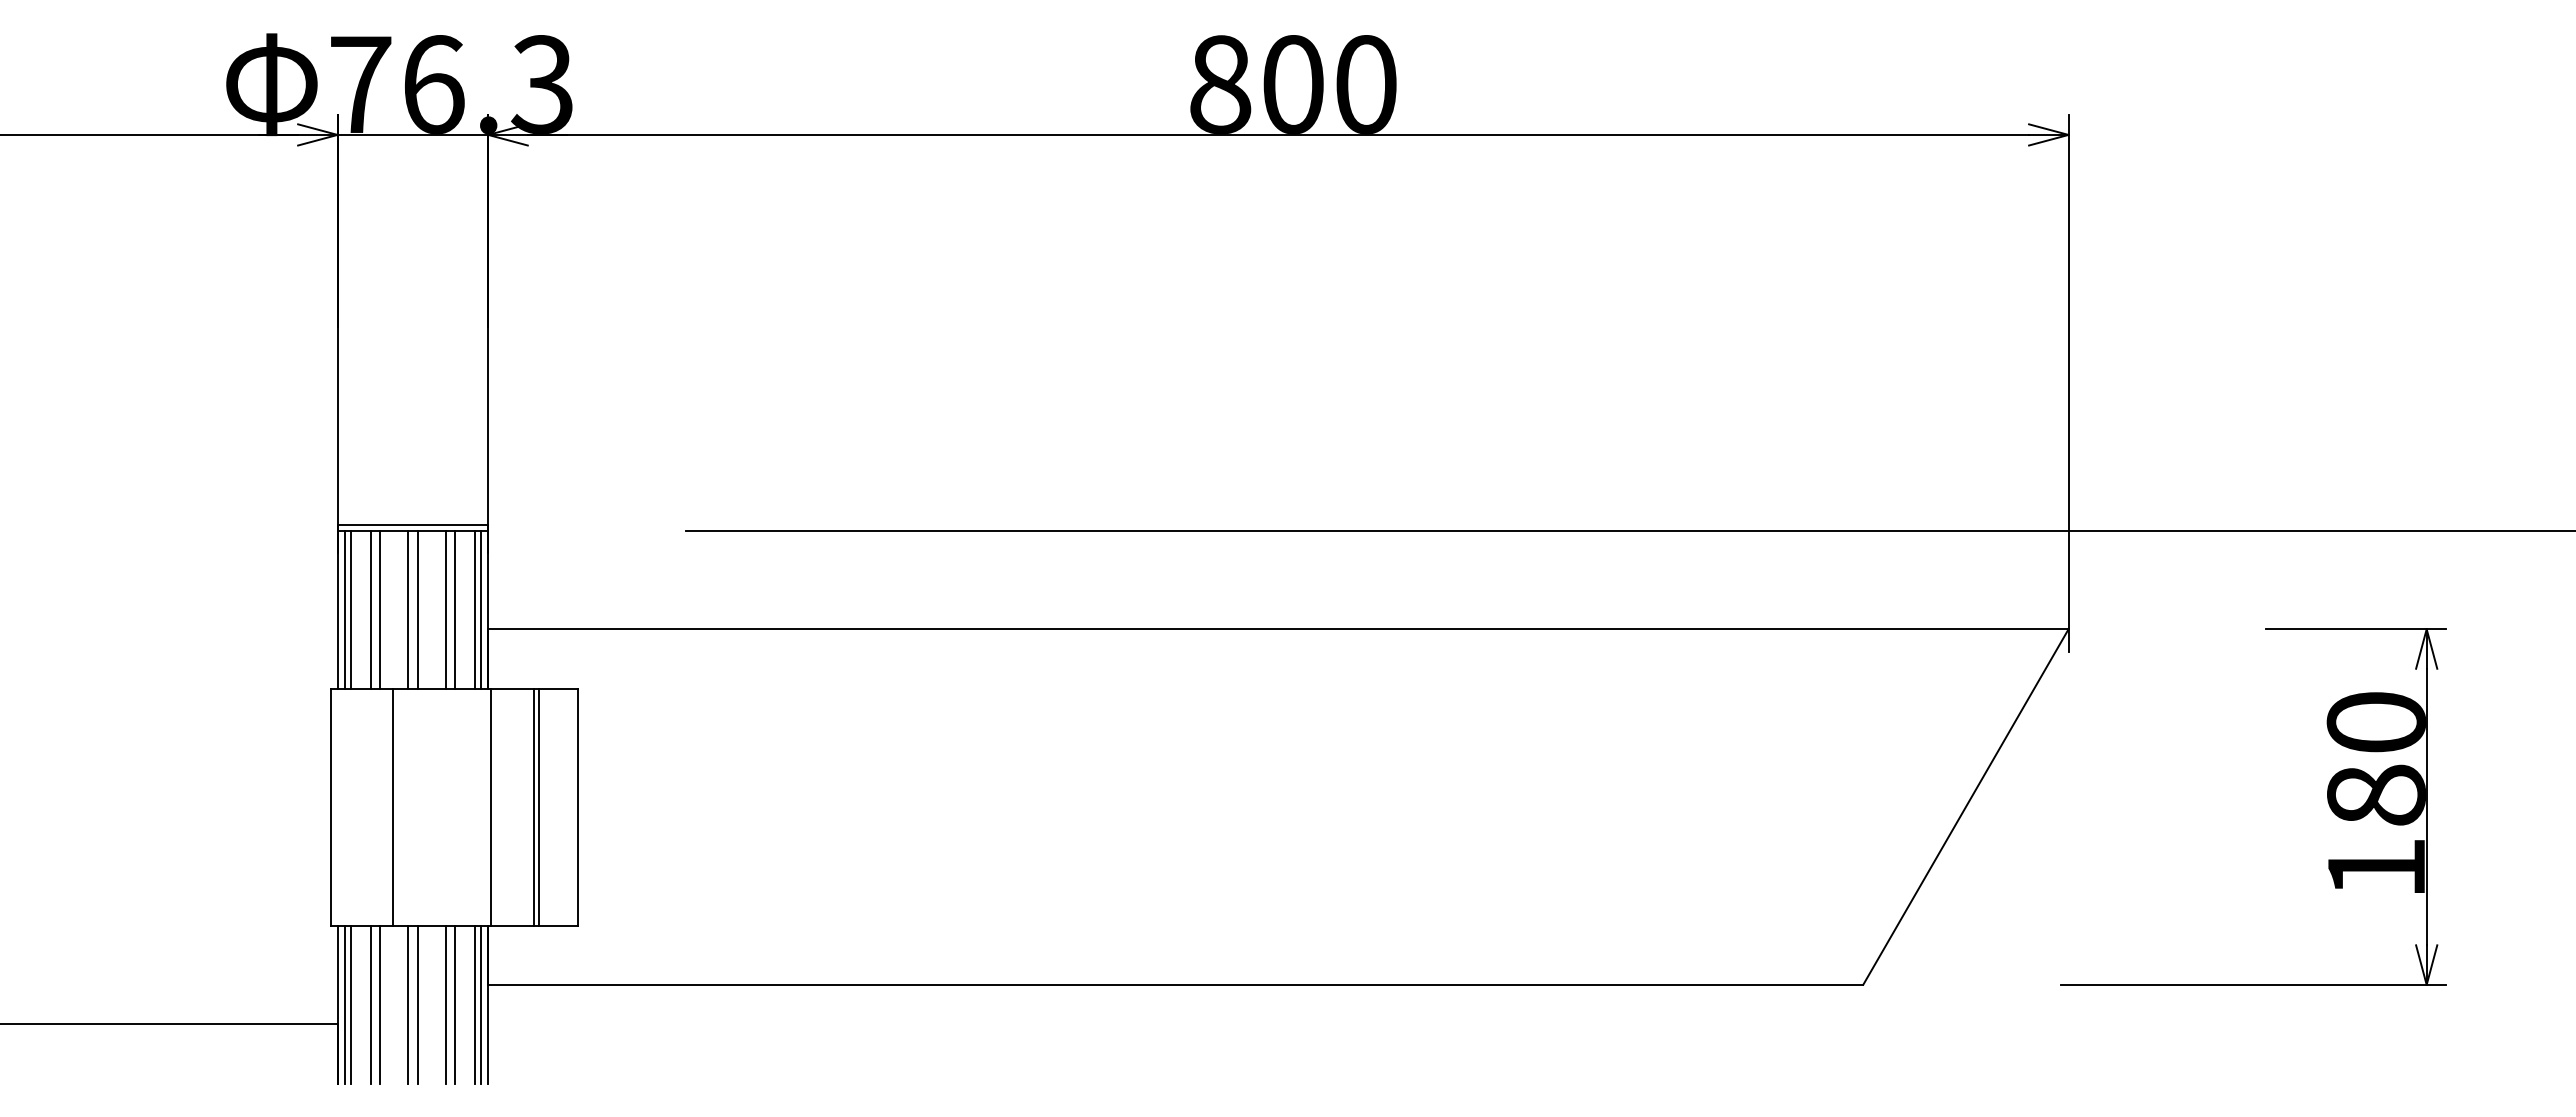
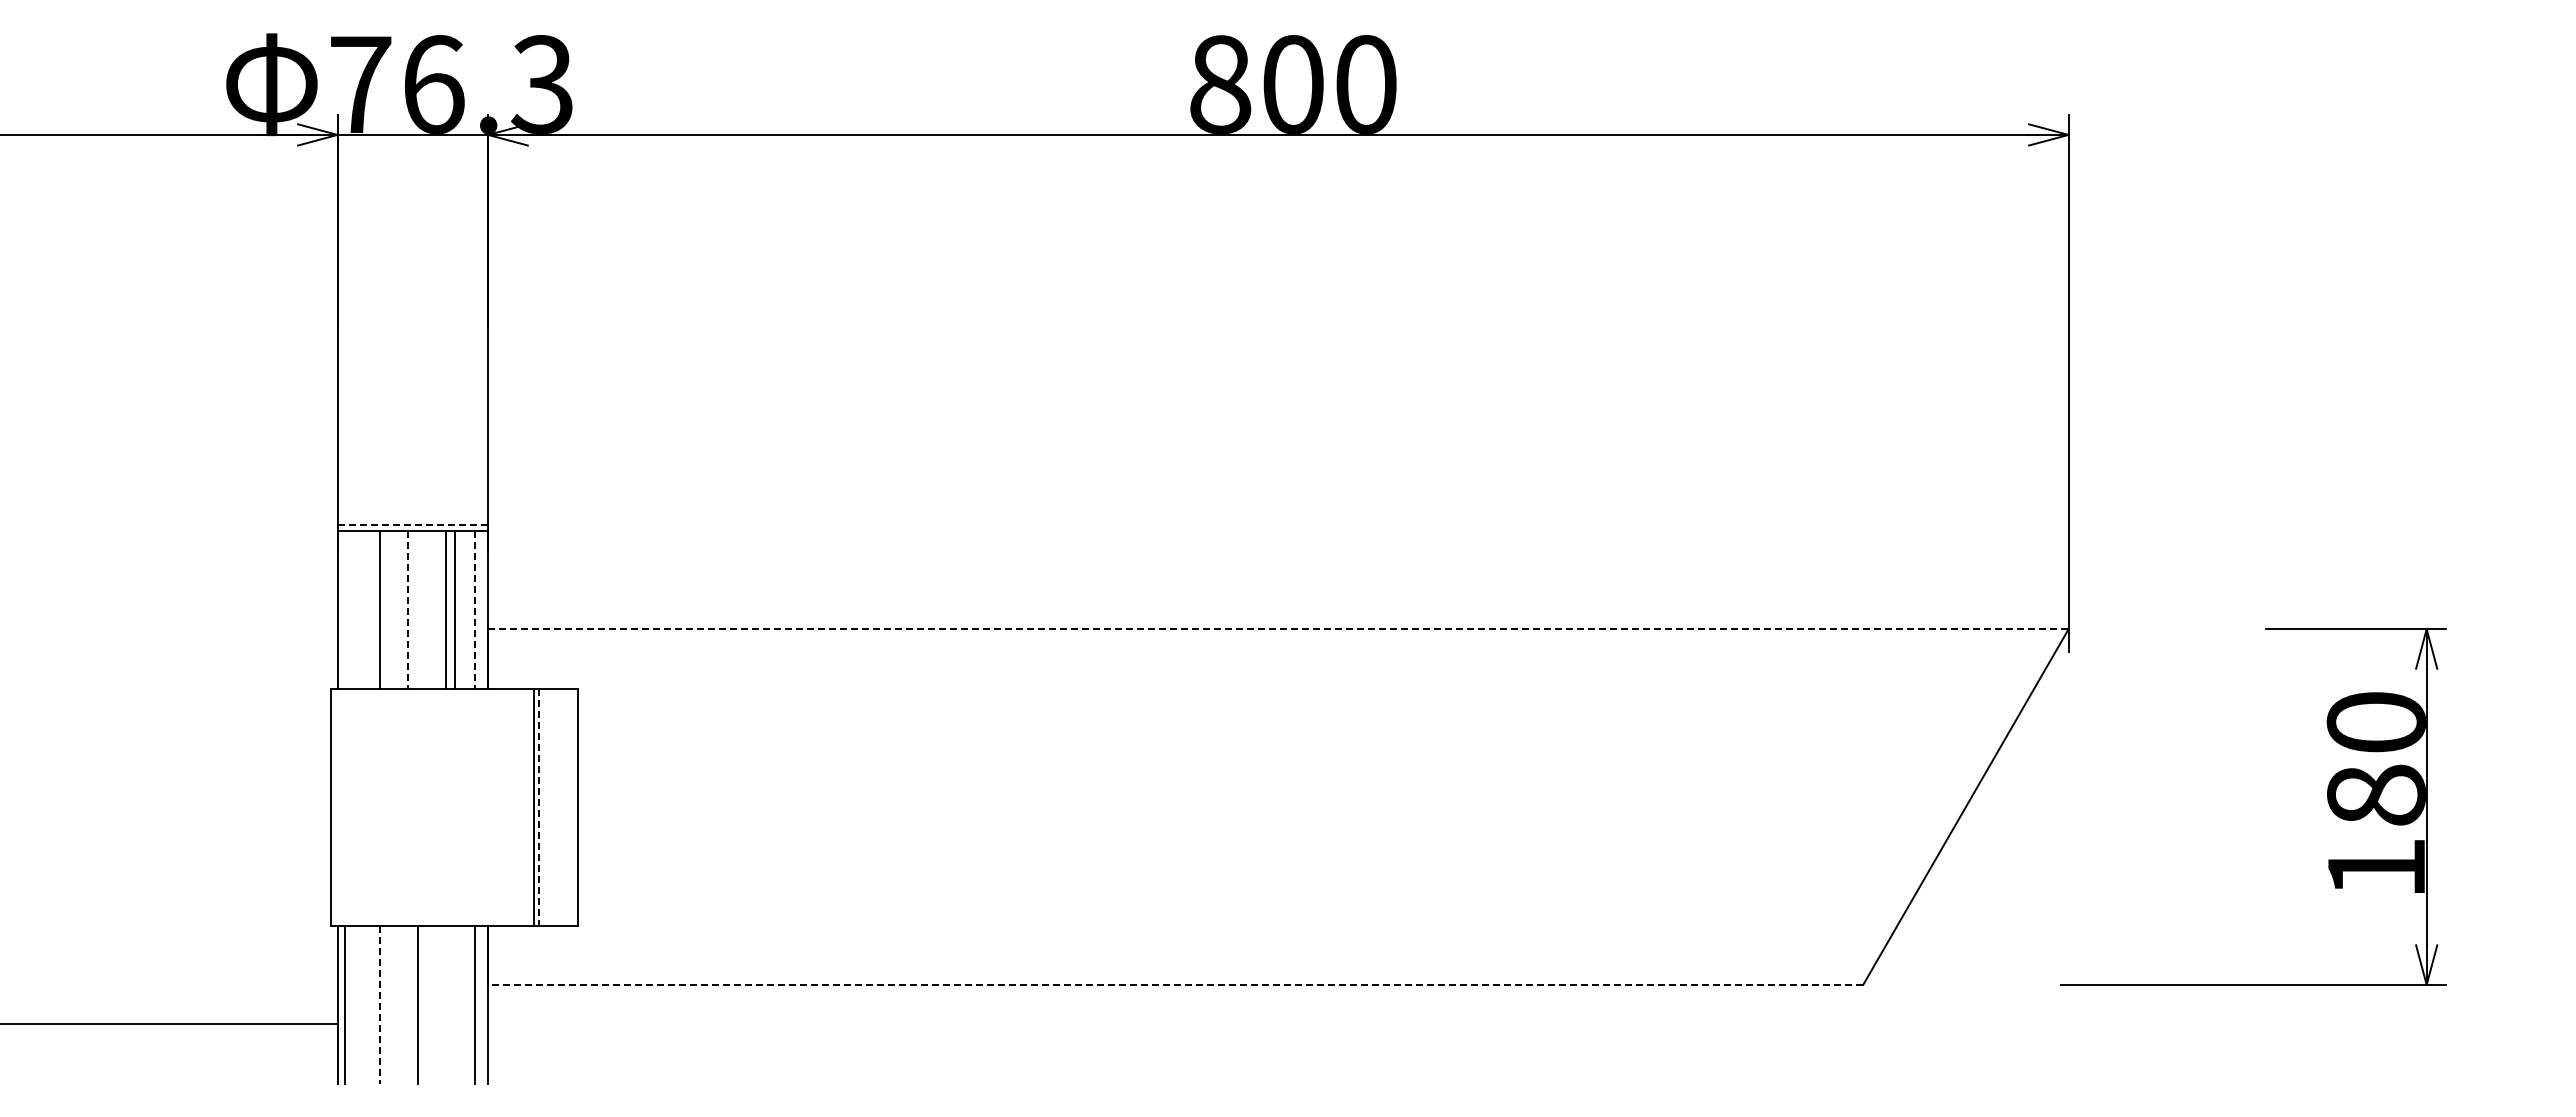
line at (413, 524): solid -> dashed
line at (1628, 530): present -> none
line at (345, 609): present -> none
line at (350, 609): present -> none
line at (370, 609): present -> none
line at (418, 609): present -> none
line at (480, 609): present -> none
line at (407, 610): solid -> dashed
line at (474, 610): solid -> dashed
line at (1278, 629): solid -> dashed
line at (392, 806): present -> none
line at (491, 806): present -> none
line at (539, 807): solid -> dashed
line at (1175, 984): solid -> dashed
line at (350, 1004): present -> none
line at (370, 1004): present -> none
line at (407, 1004): present -> none
line at (445, 1004): present -> none
line at (455, 1004): present -> none
line at (480, 1004): present -> none
line at (380, 1005): solid -> dashed
